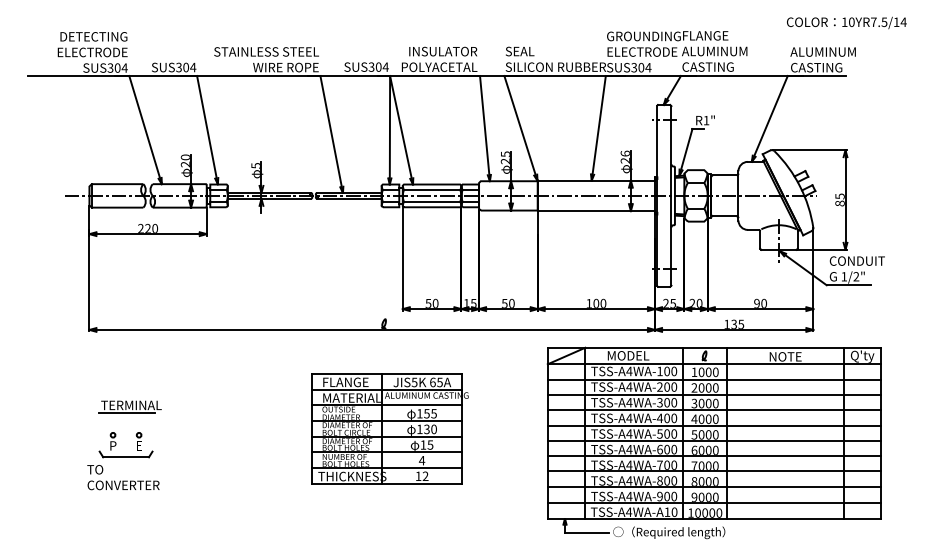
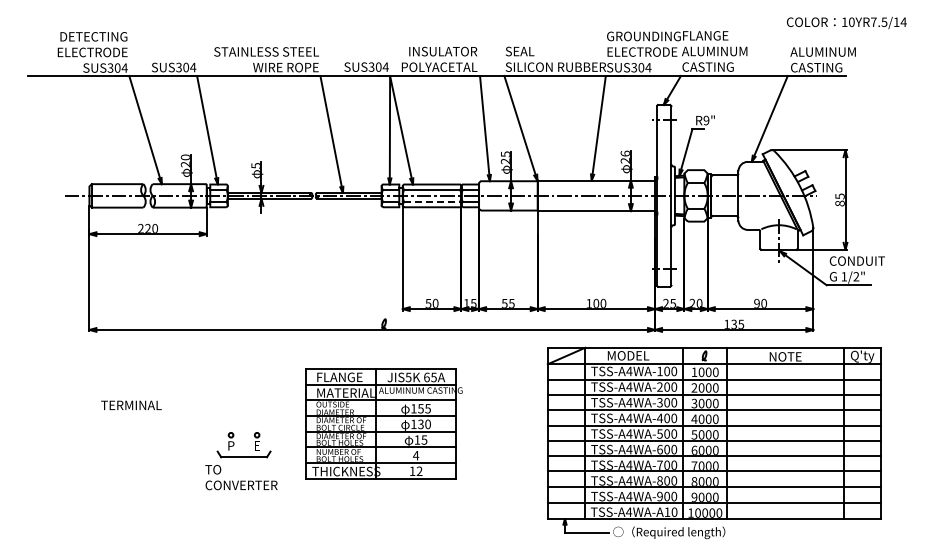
text at (706, 120): R1" -> R9"
line at (432, 201): solid -> dashed
text at (511, 302): 50 -> 55
line at (126, 413): present -> none
part at (389, 428) position: (389, 428) -> (383, 423)
part at (123, 461) position: (123, 461) -> (241, 461)
